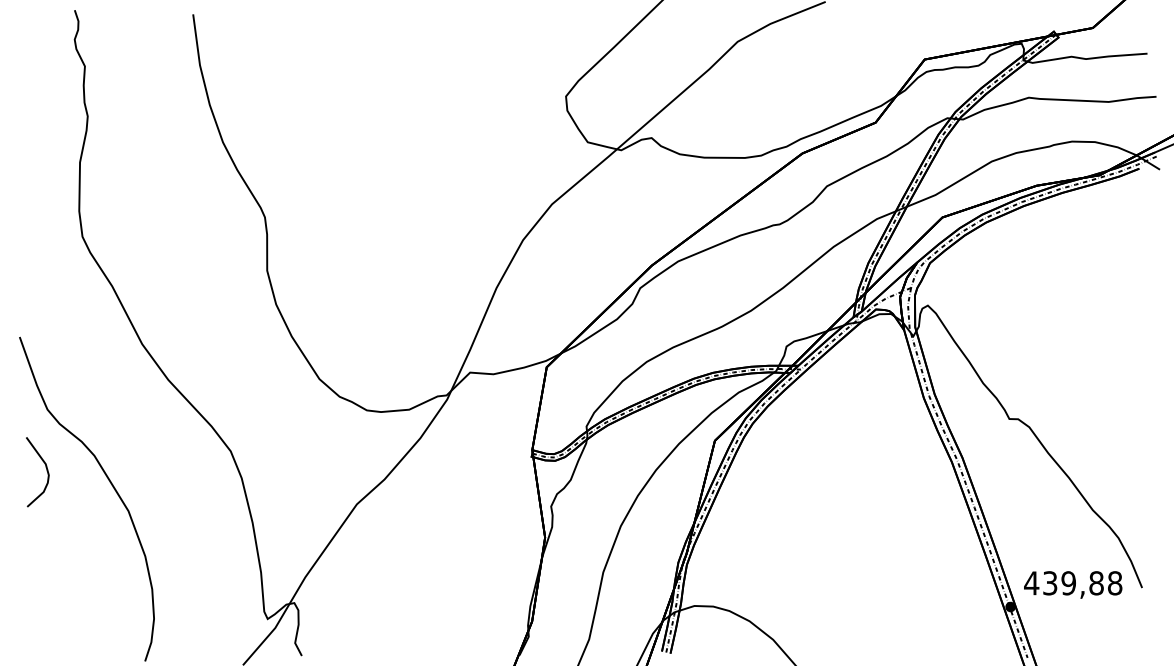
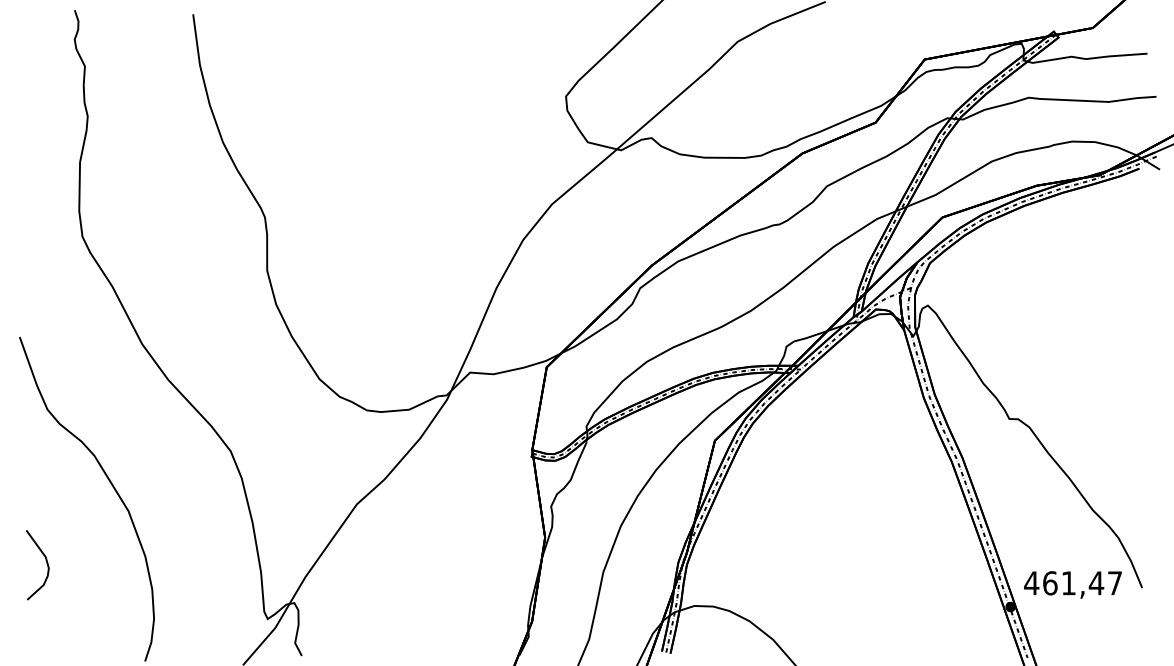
curve at (46, 471) position: (46, 471) -> (46, 564)
text at (1082, 583): 439,88 -> 461,47
